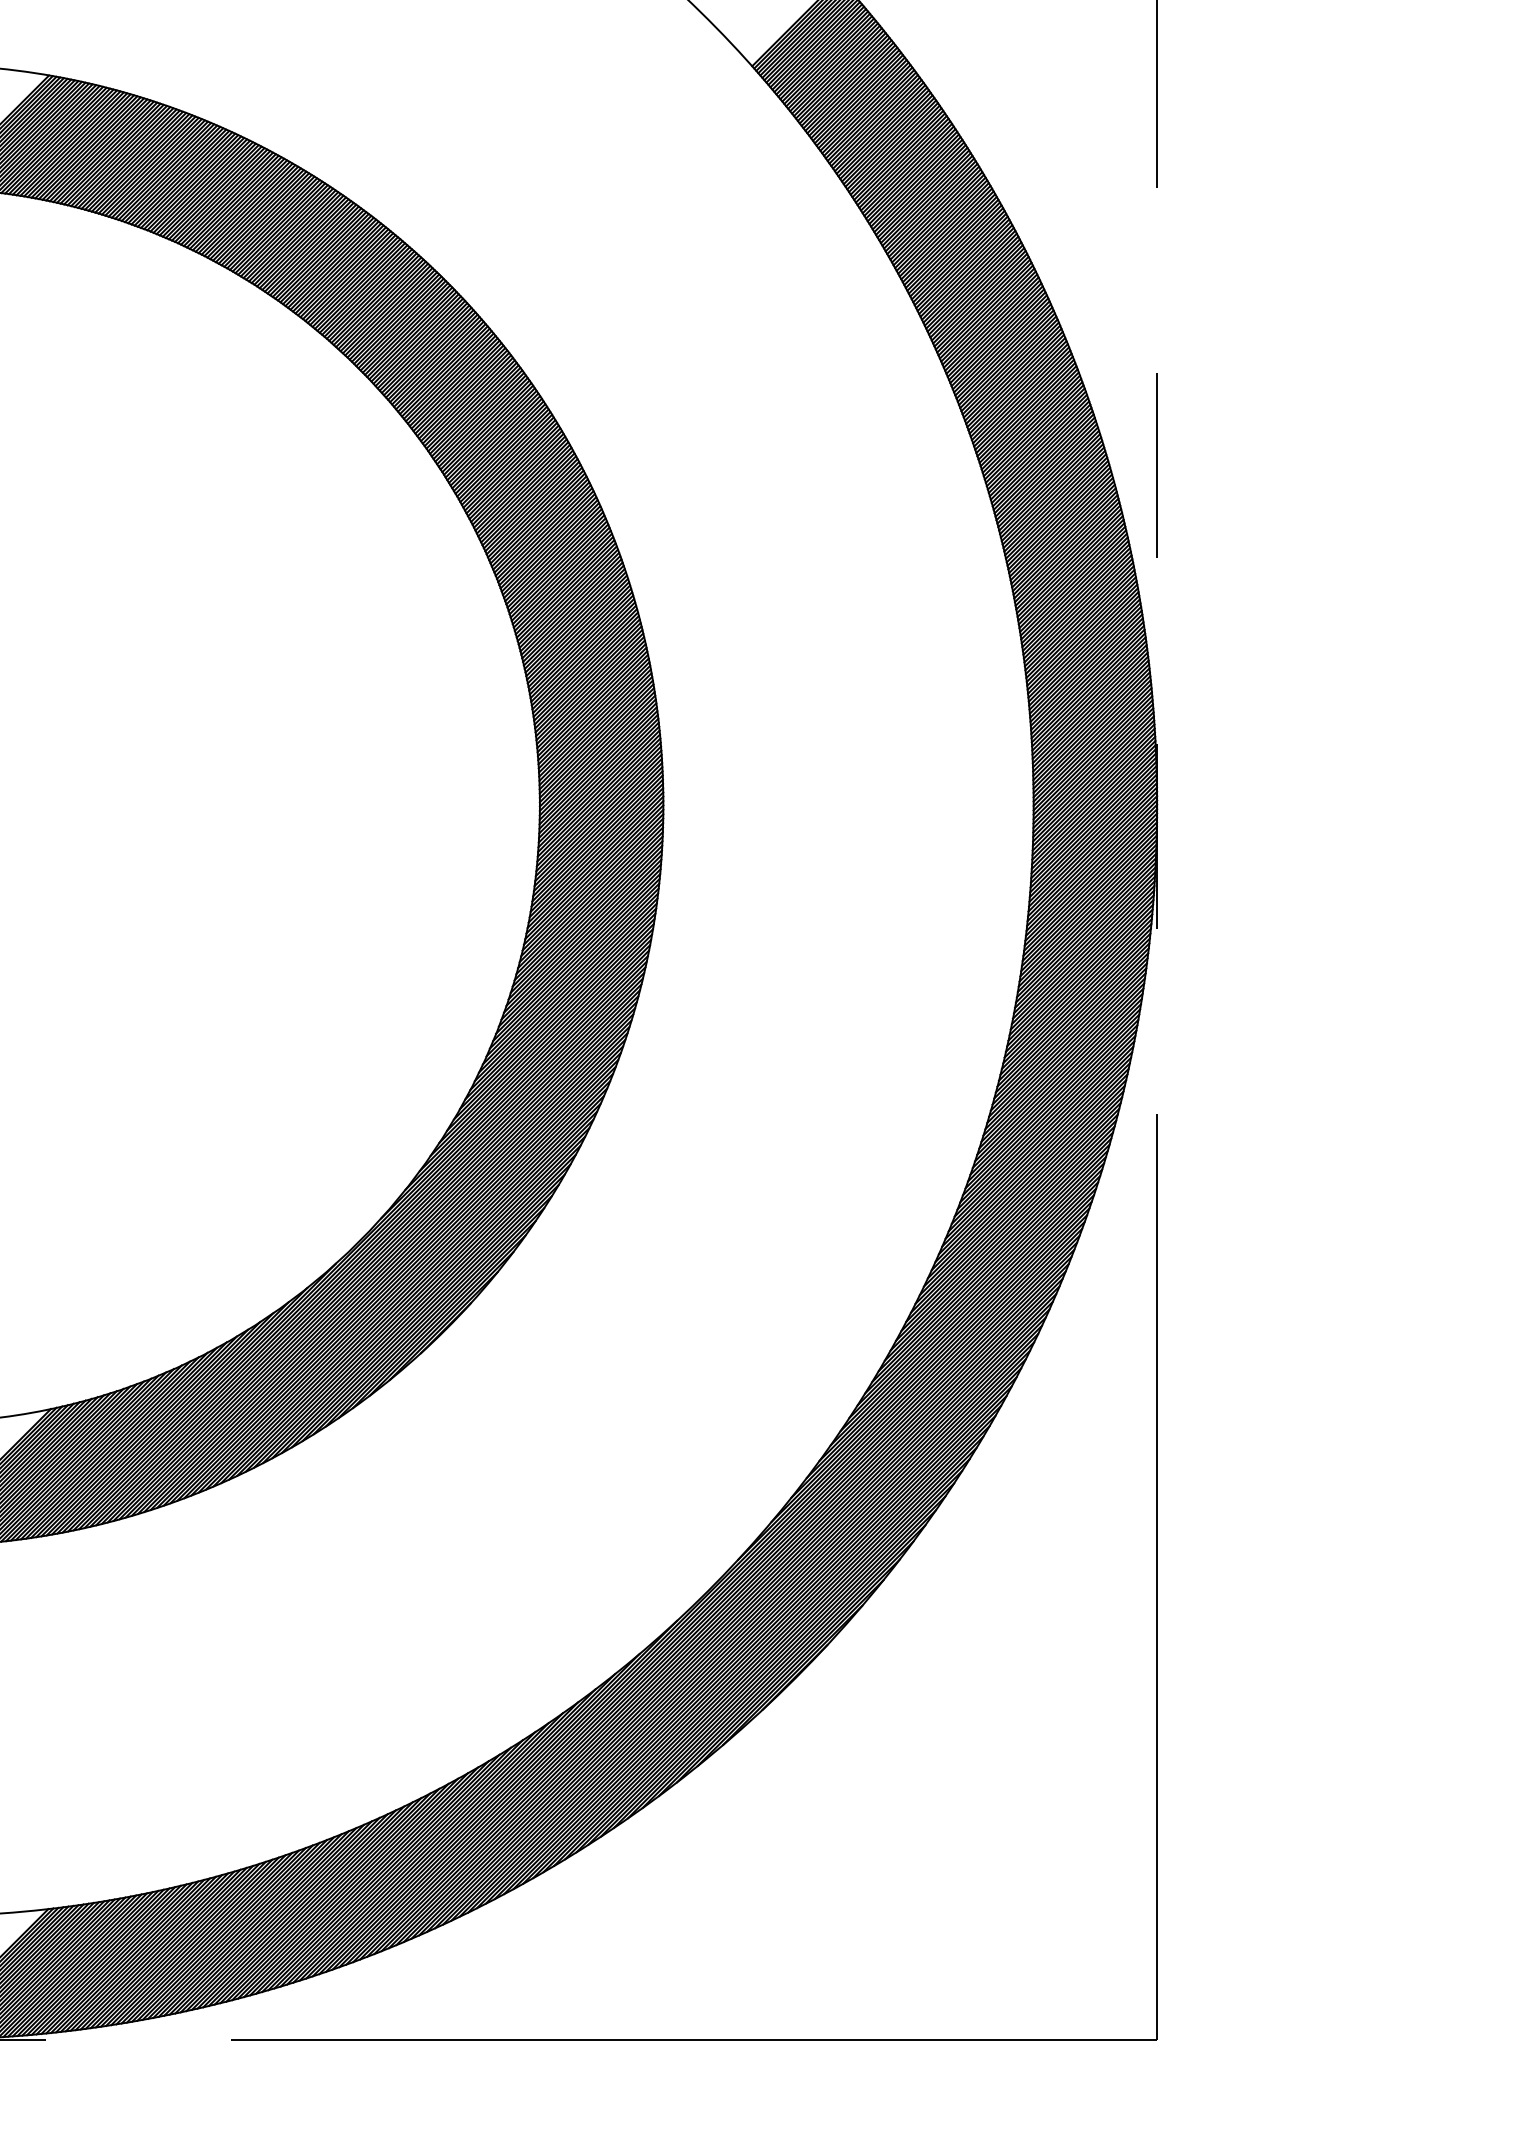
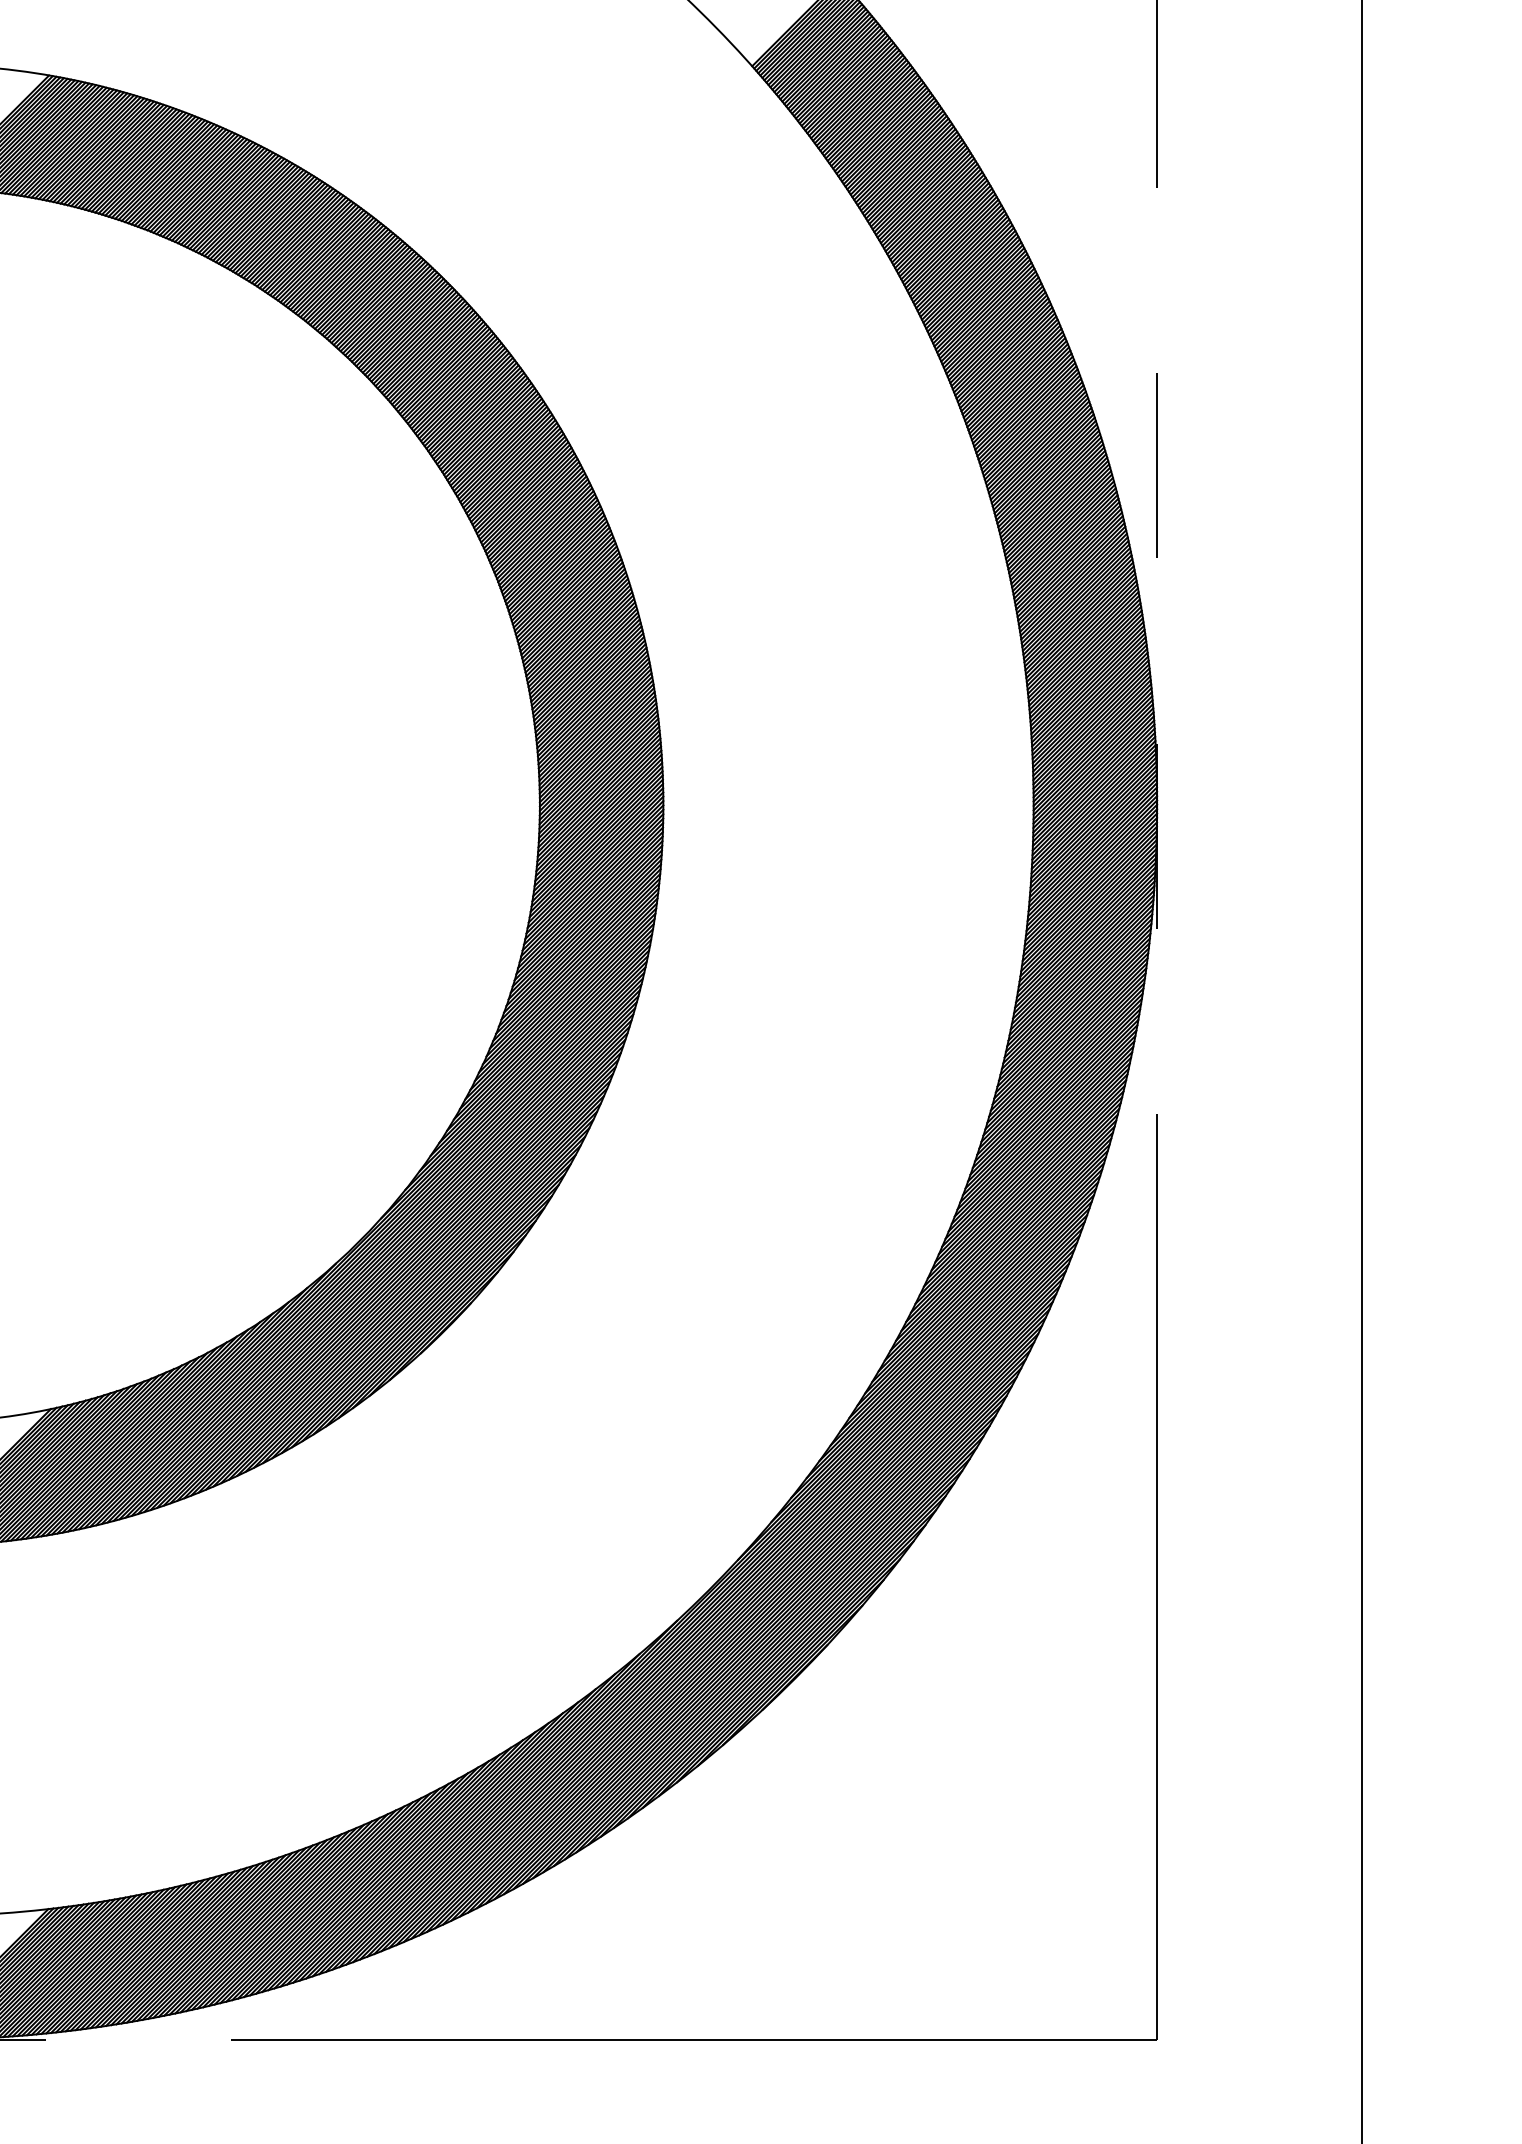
line at (1362, 1071): none -> present
